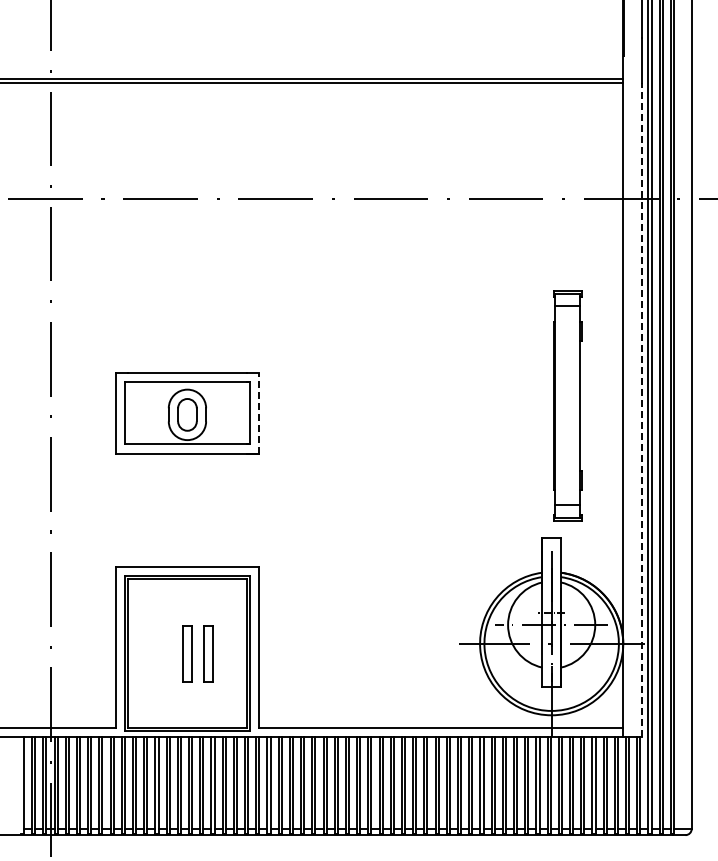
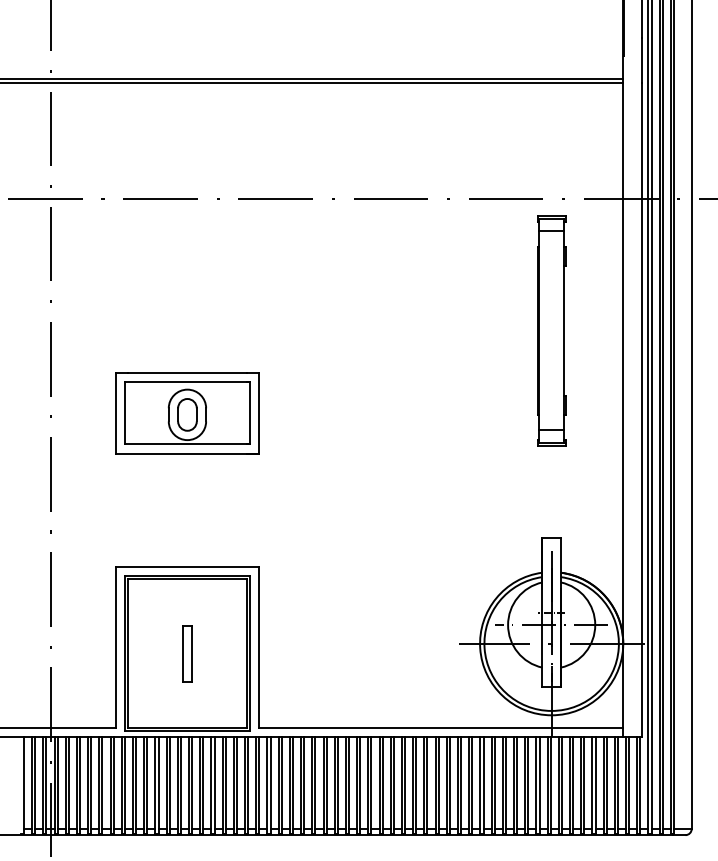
part at (567, 405) position: (567, 405) -> (551, 330)
line at (641, 410): dashed -> solid
line at (259, 412): dashed -> solid
part at (208, 653): present -> none
